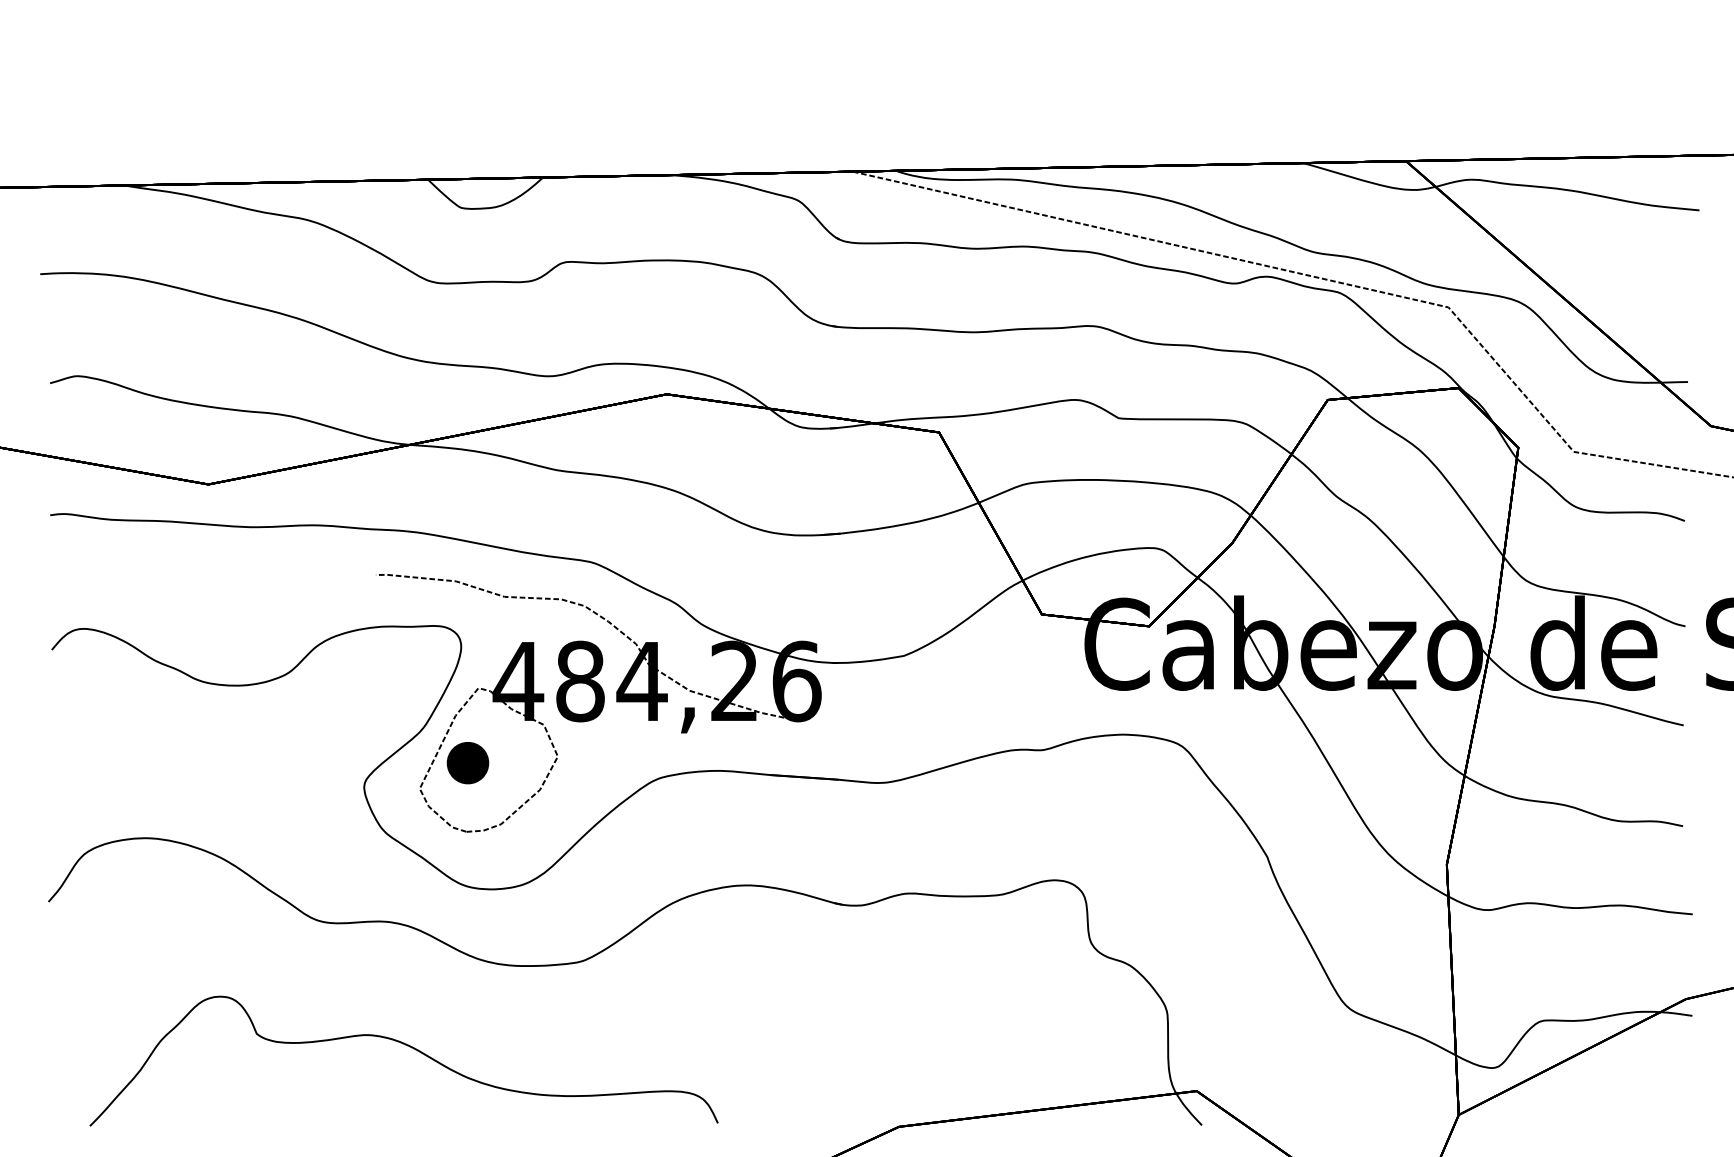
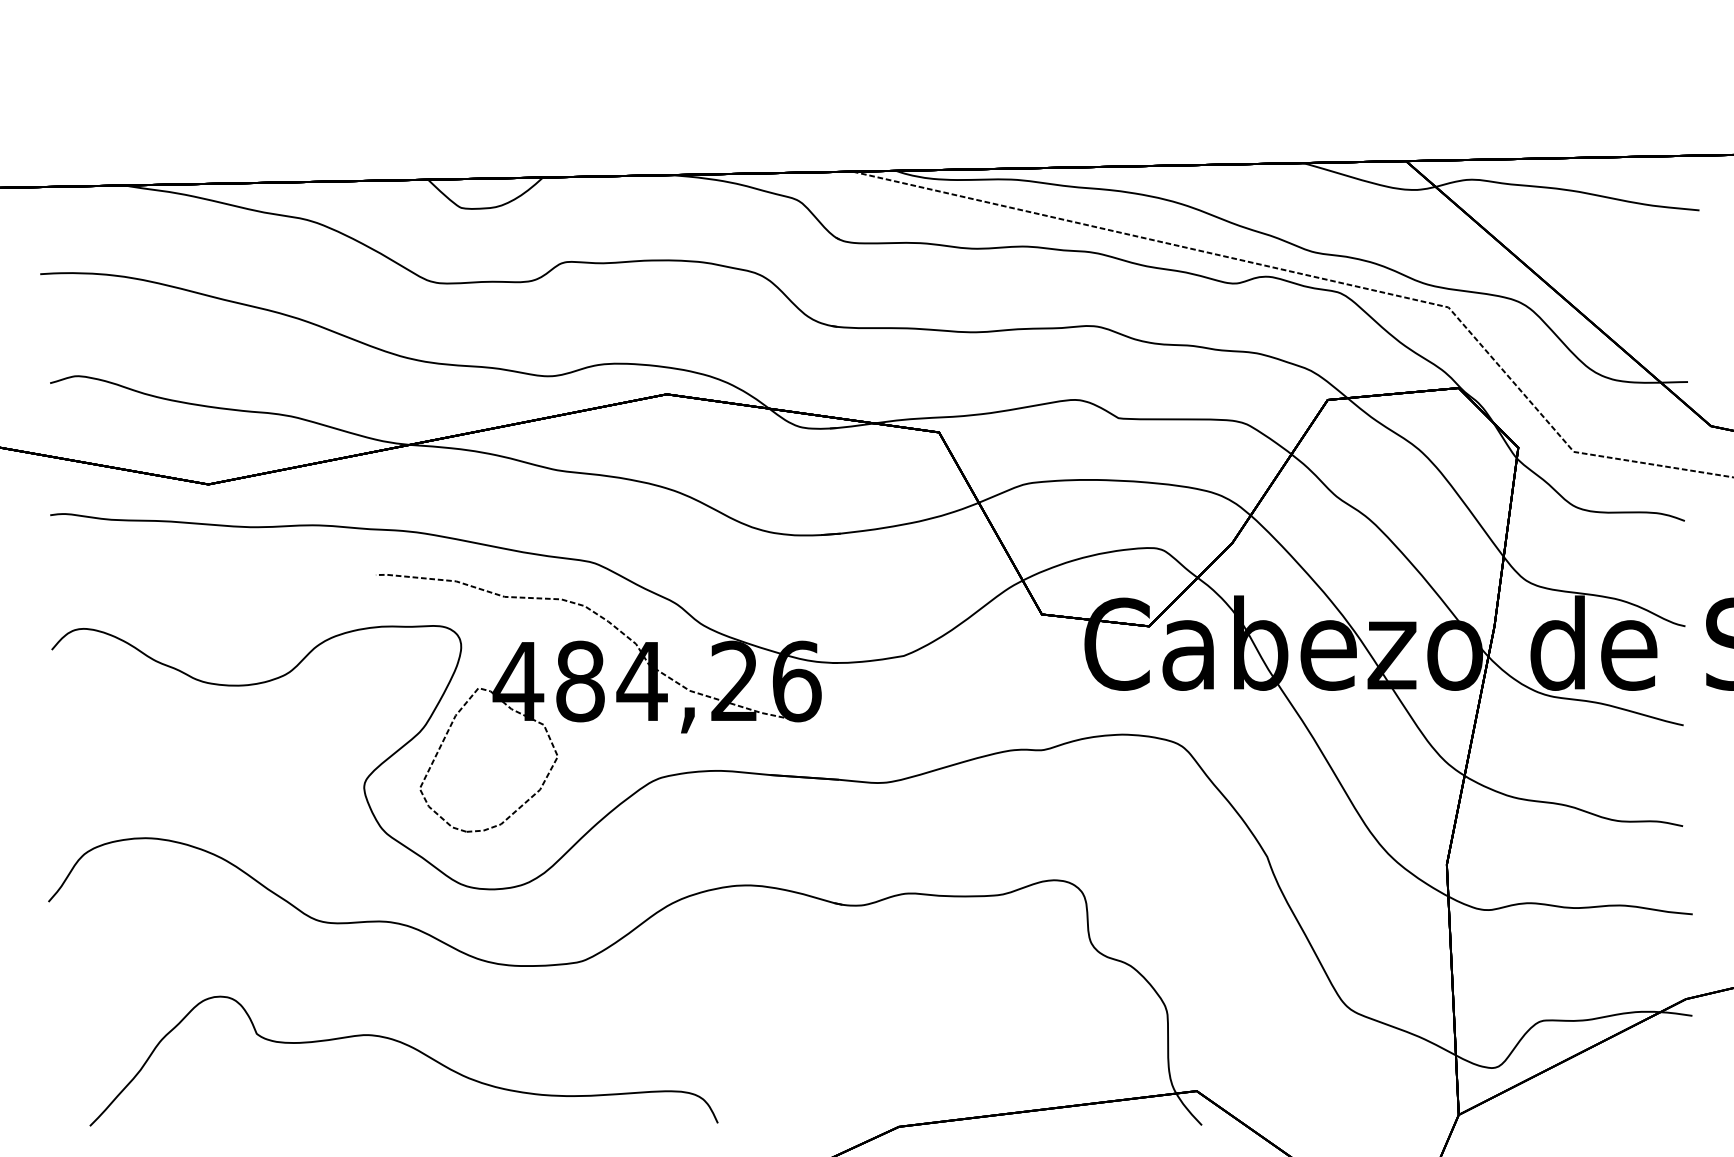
part at (467, 763): present -> none
